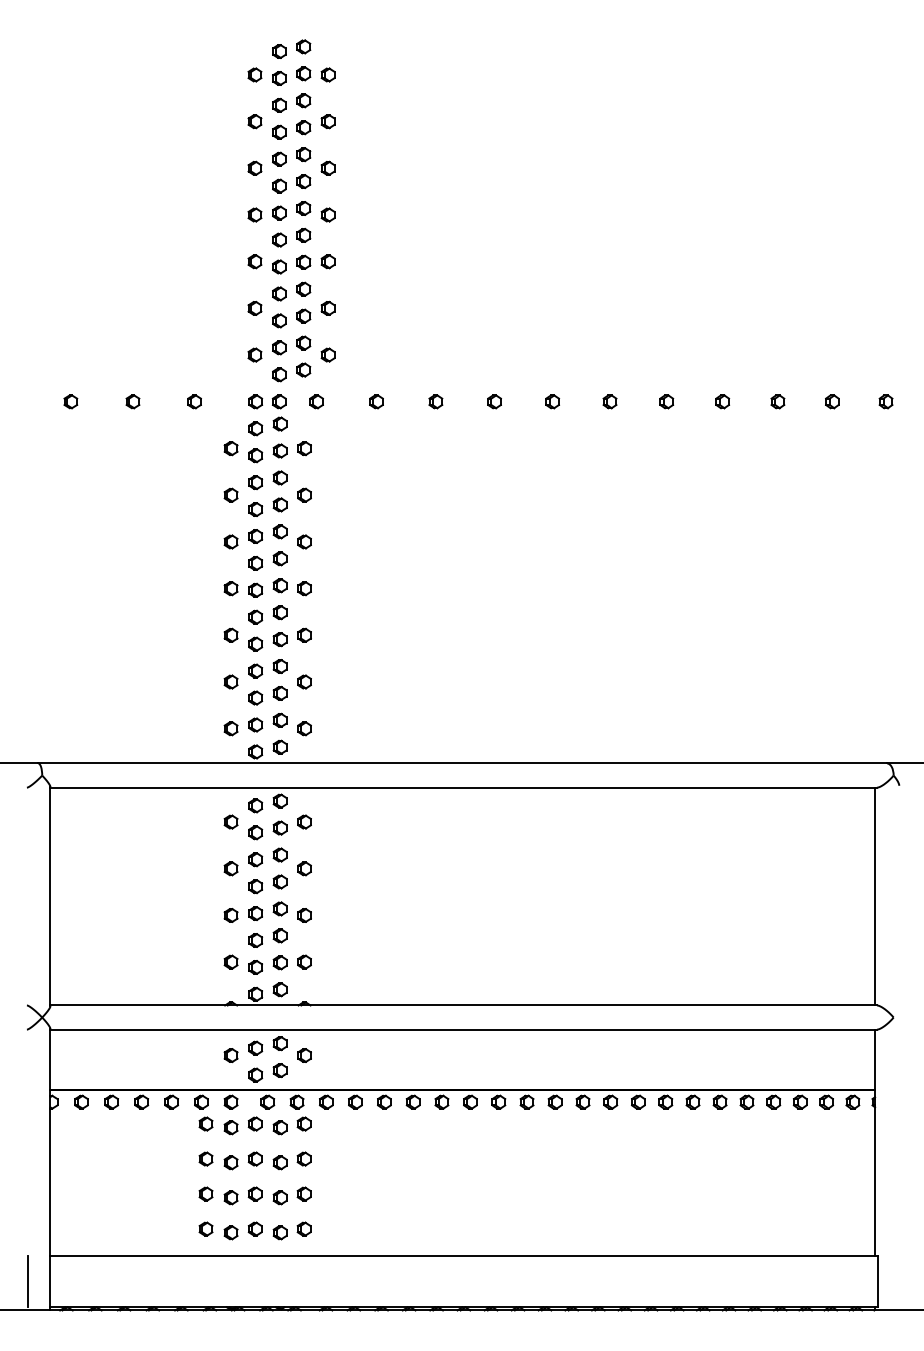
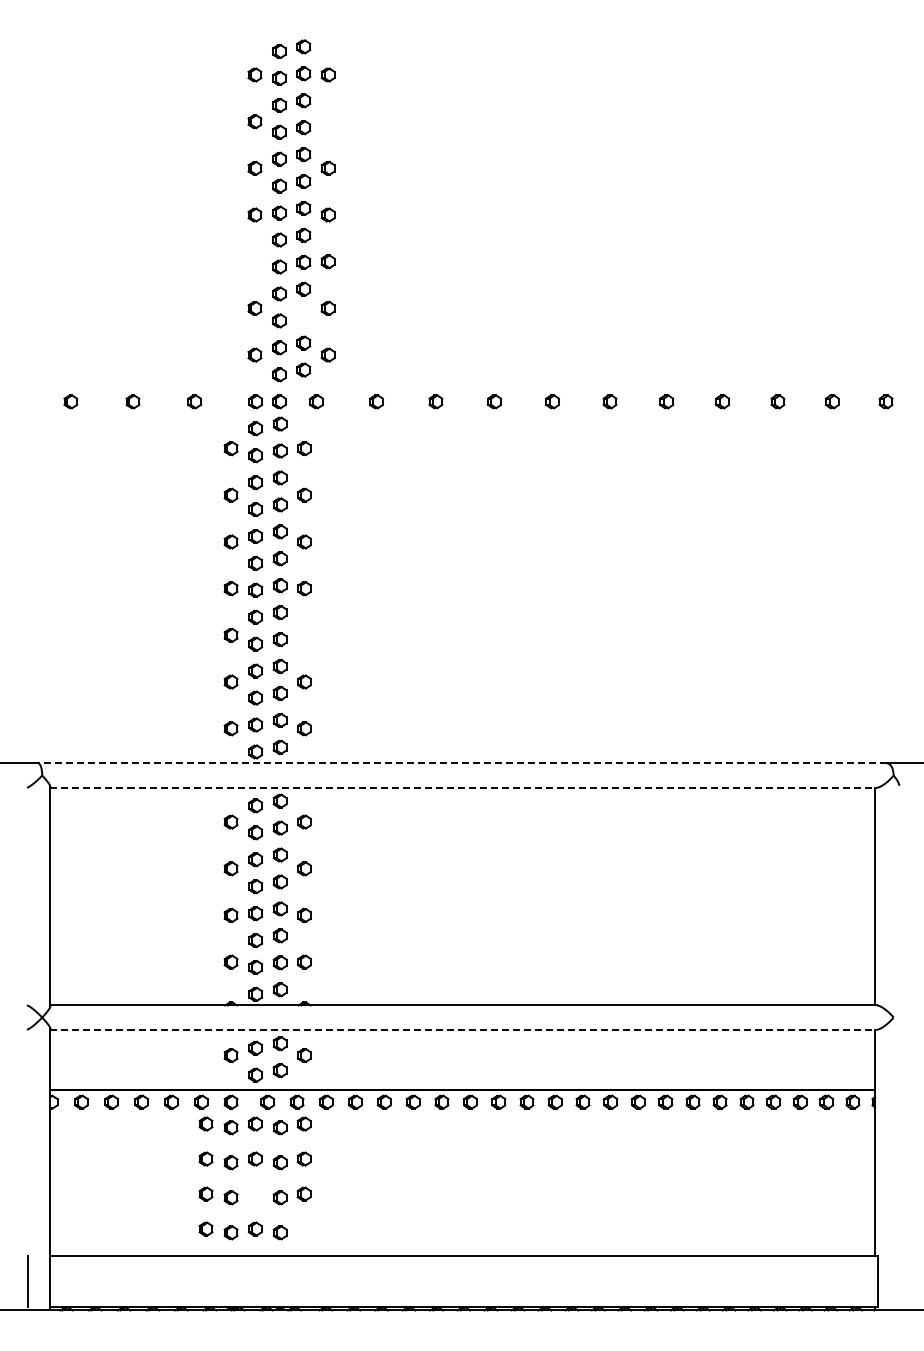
part at (327, 121): present -> none
part at (254, 261): present -> none
part at (303, 315): present -> none
part at (304, 634): present -> none
line at (462, 763): solid -> dashed
line at (464, 787): solid -> dashed
line at (464, 1029): solid -> dashed
part at (254, 1193): present -> none
part at (303, 1228): present -> none
